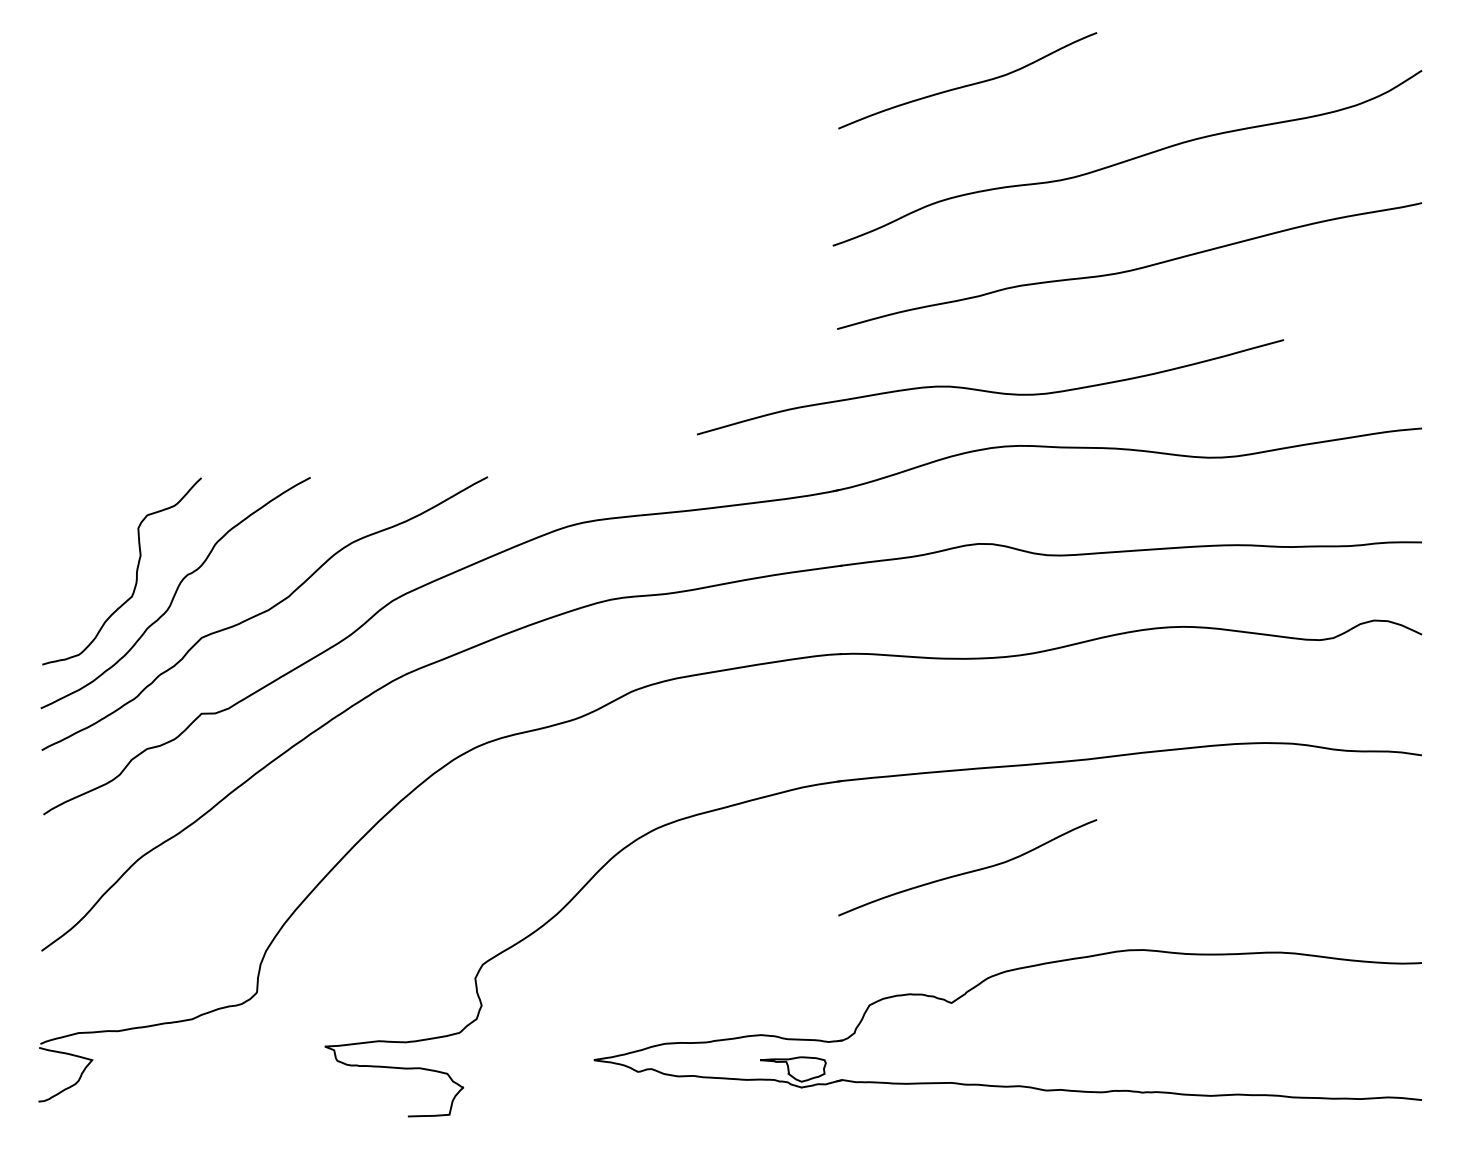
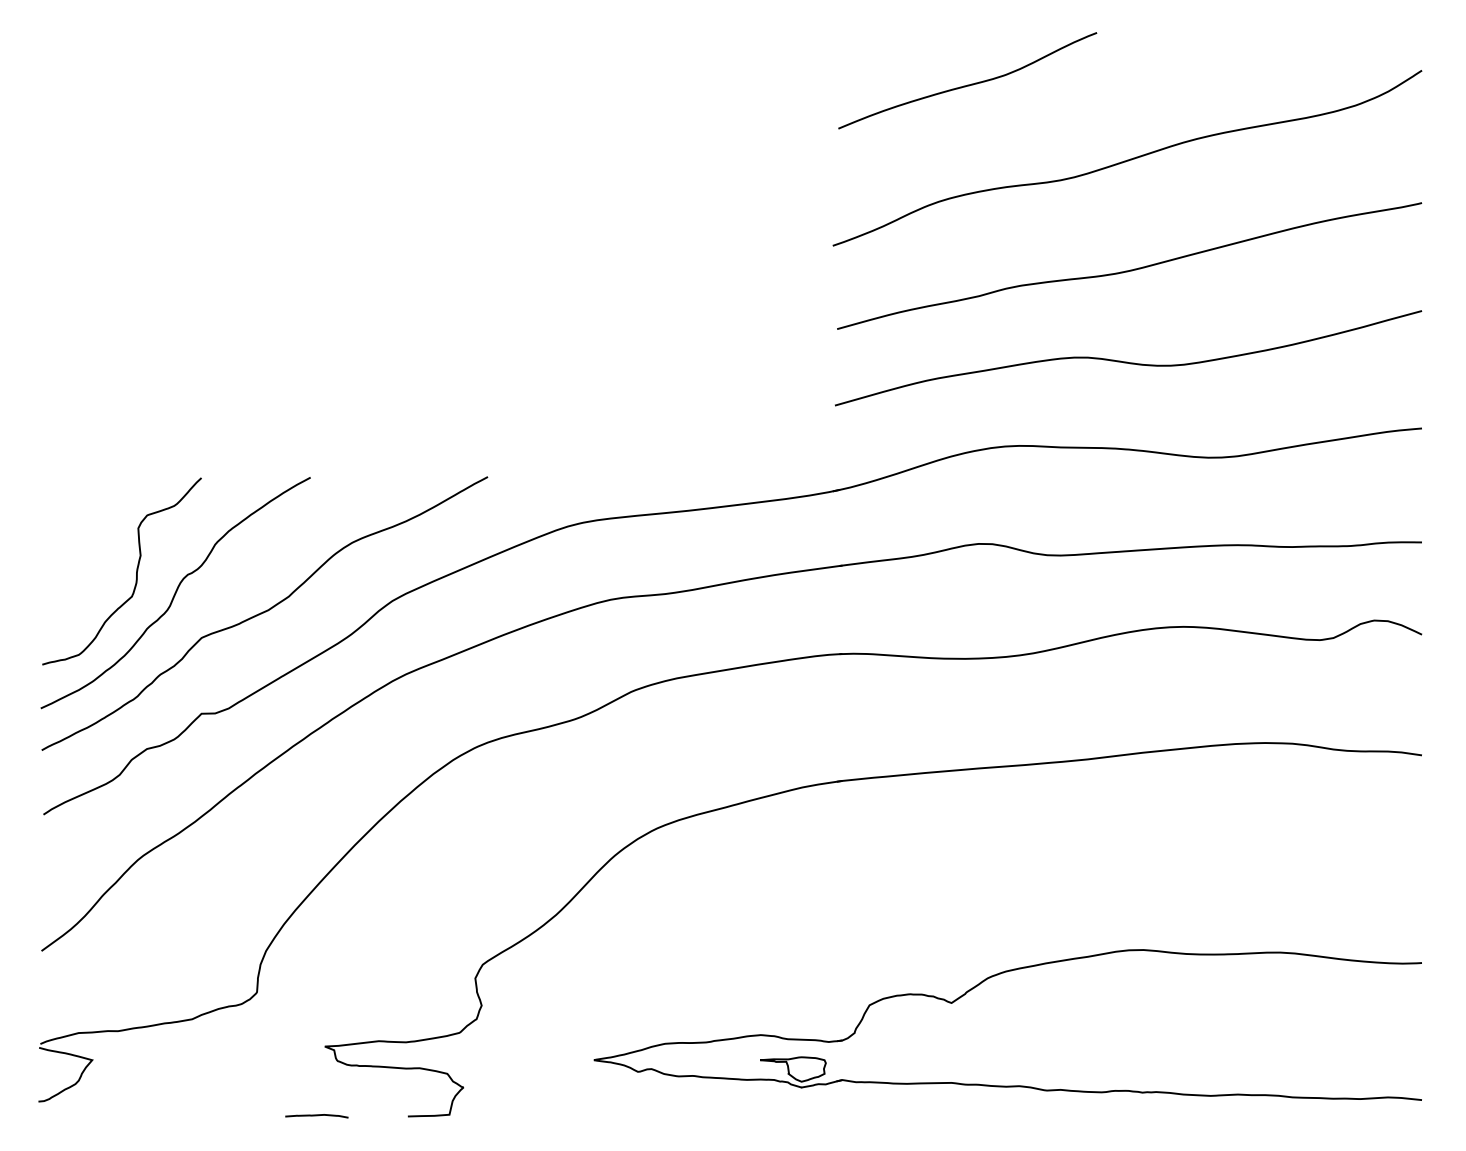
curve at (989, 390) position: (989, 390) -> (1127, 361)
curve at (967, 871): present -> none
curve at (316, 1116): none -> present
